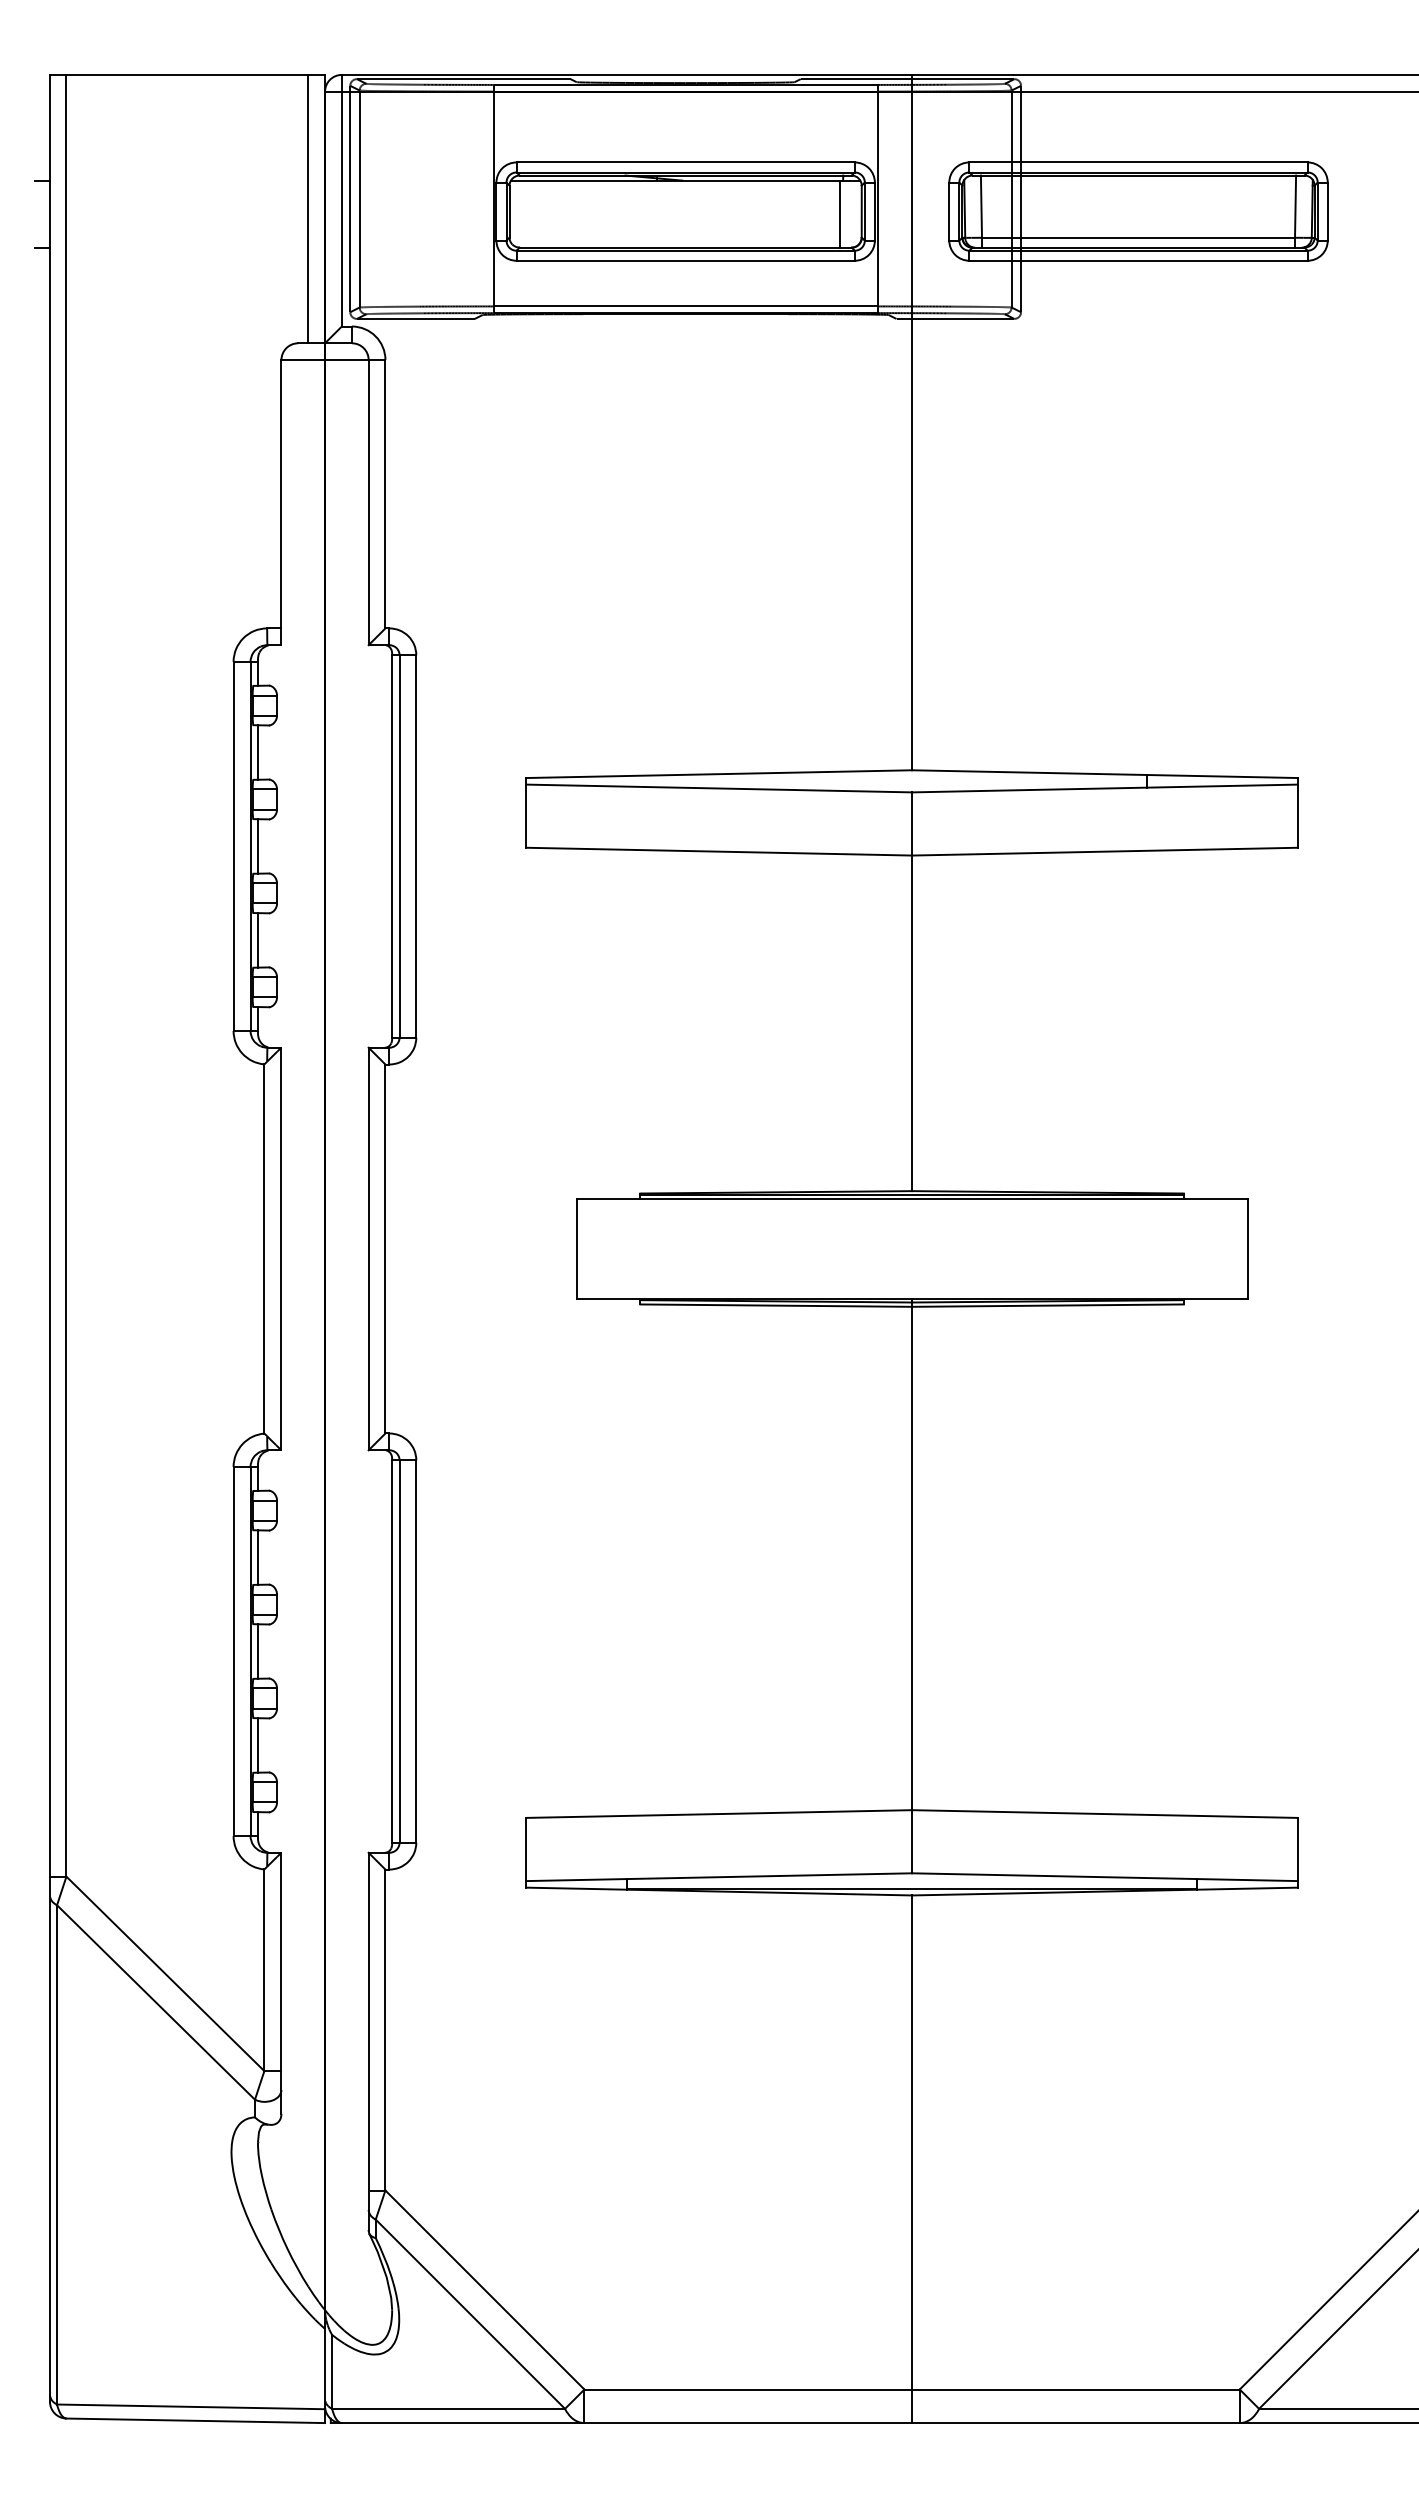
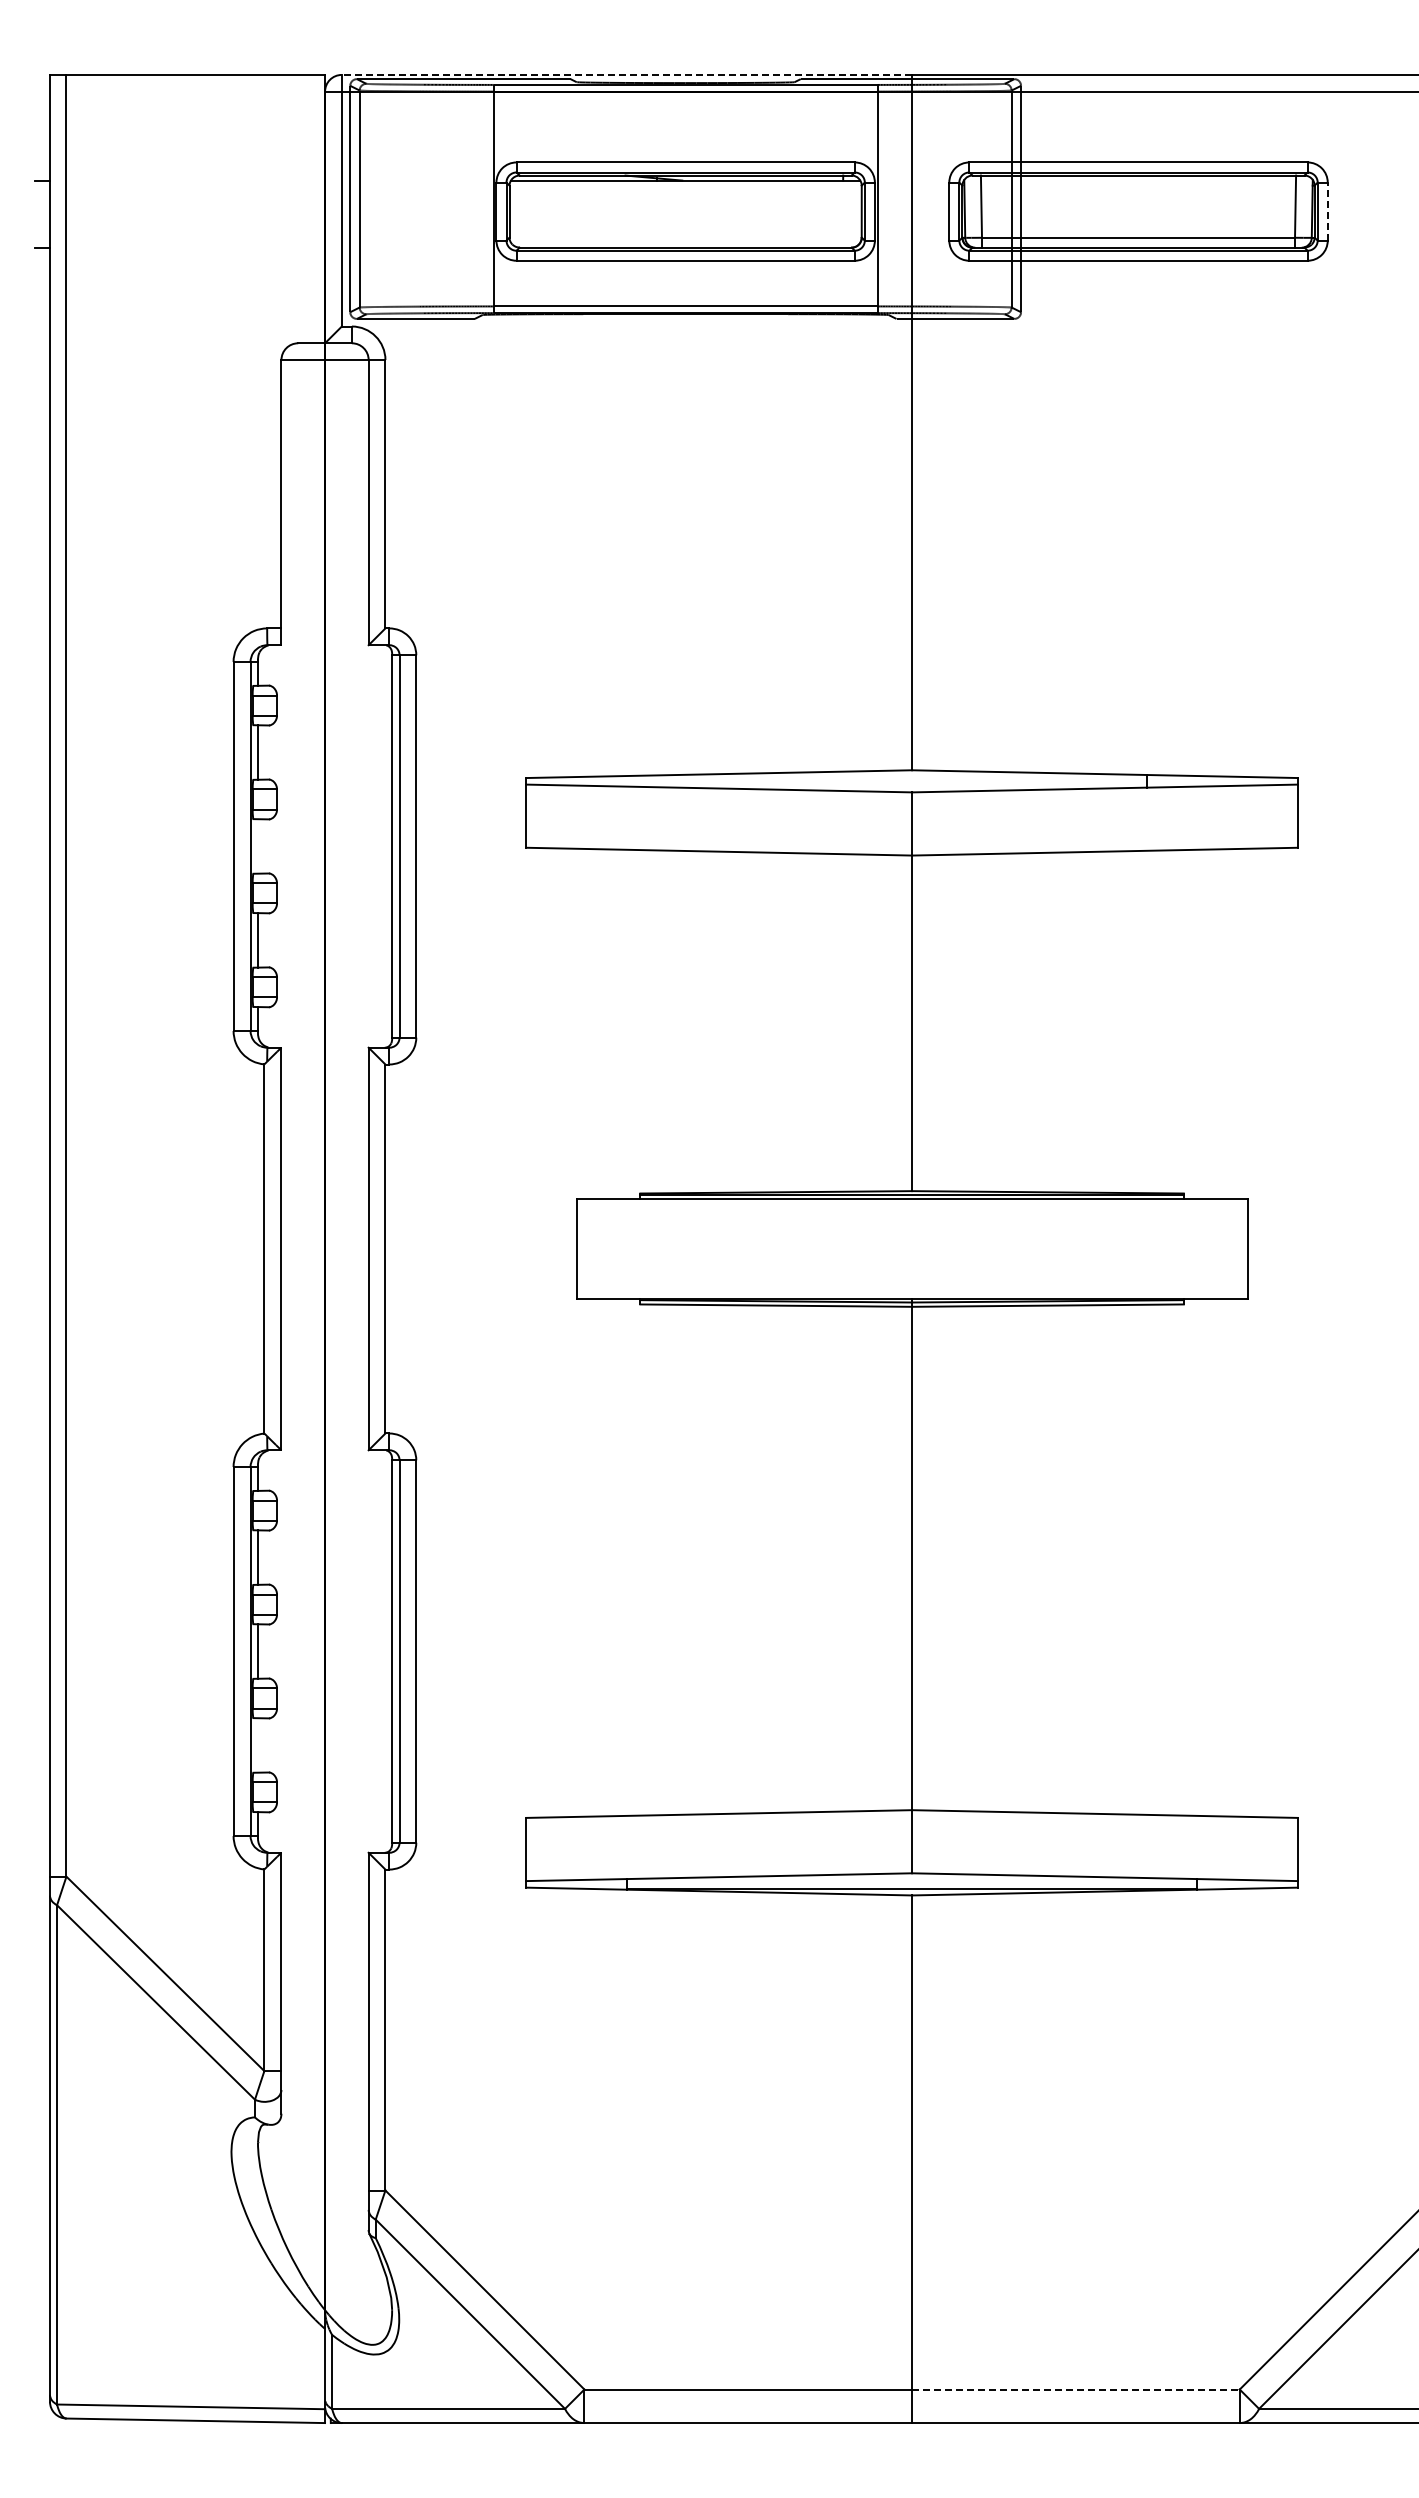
line at (626, 74): solid -> dashed
line at (307, 208): present -> none
line at (1327, 211): solid -> dashed
line at (839, 213): present -> none
line at (257, 846): present -> none
line at (257, 1745): present -> none
line at (1075, 2389): solid -> dashed
